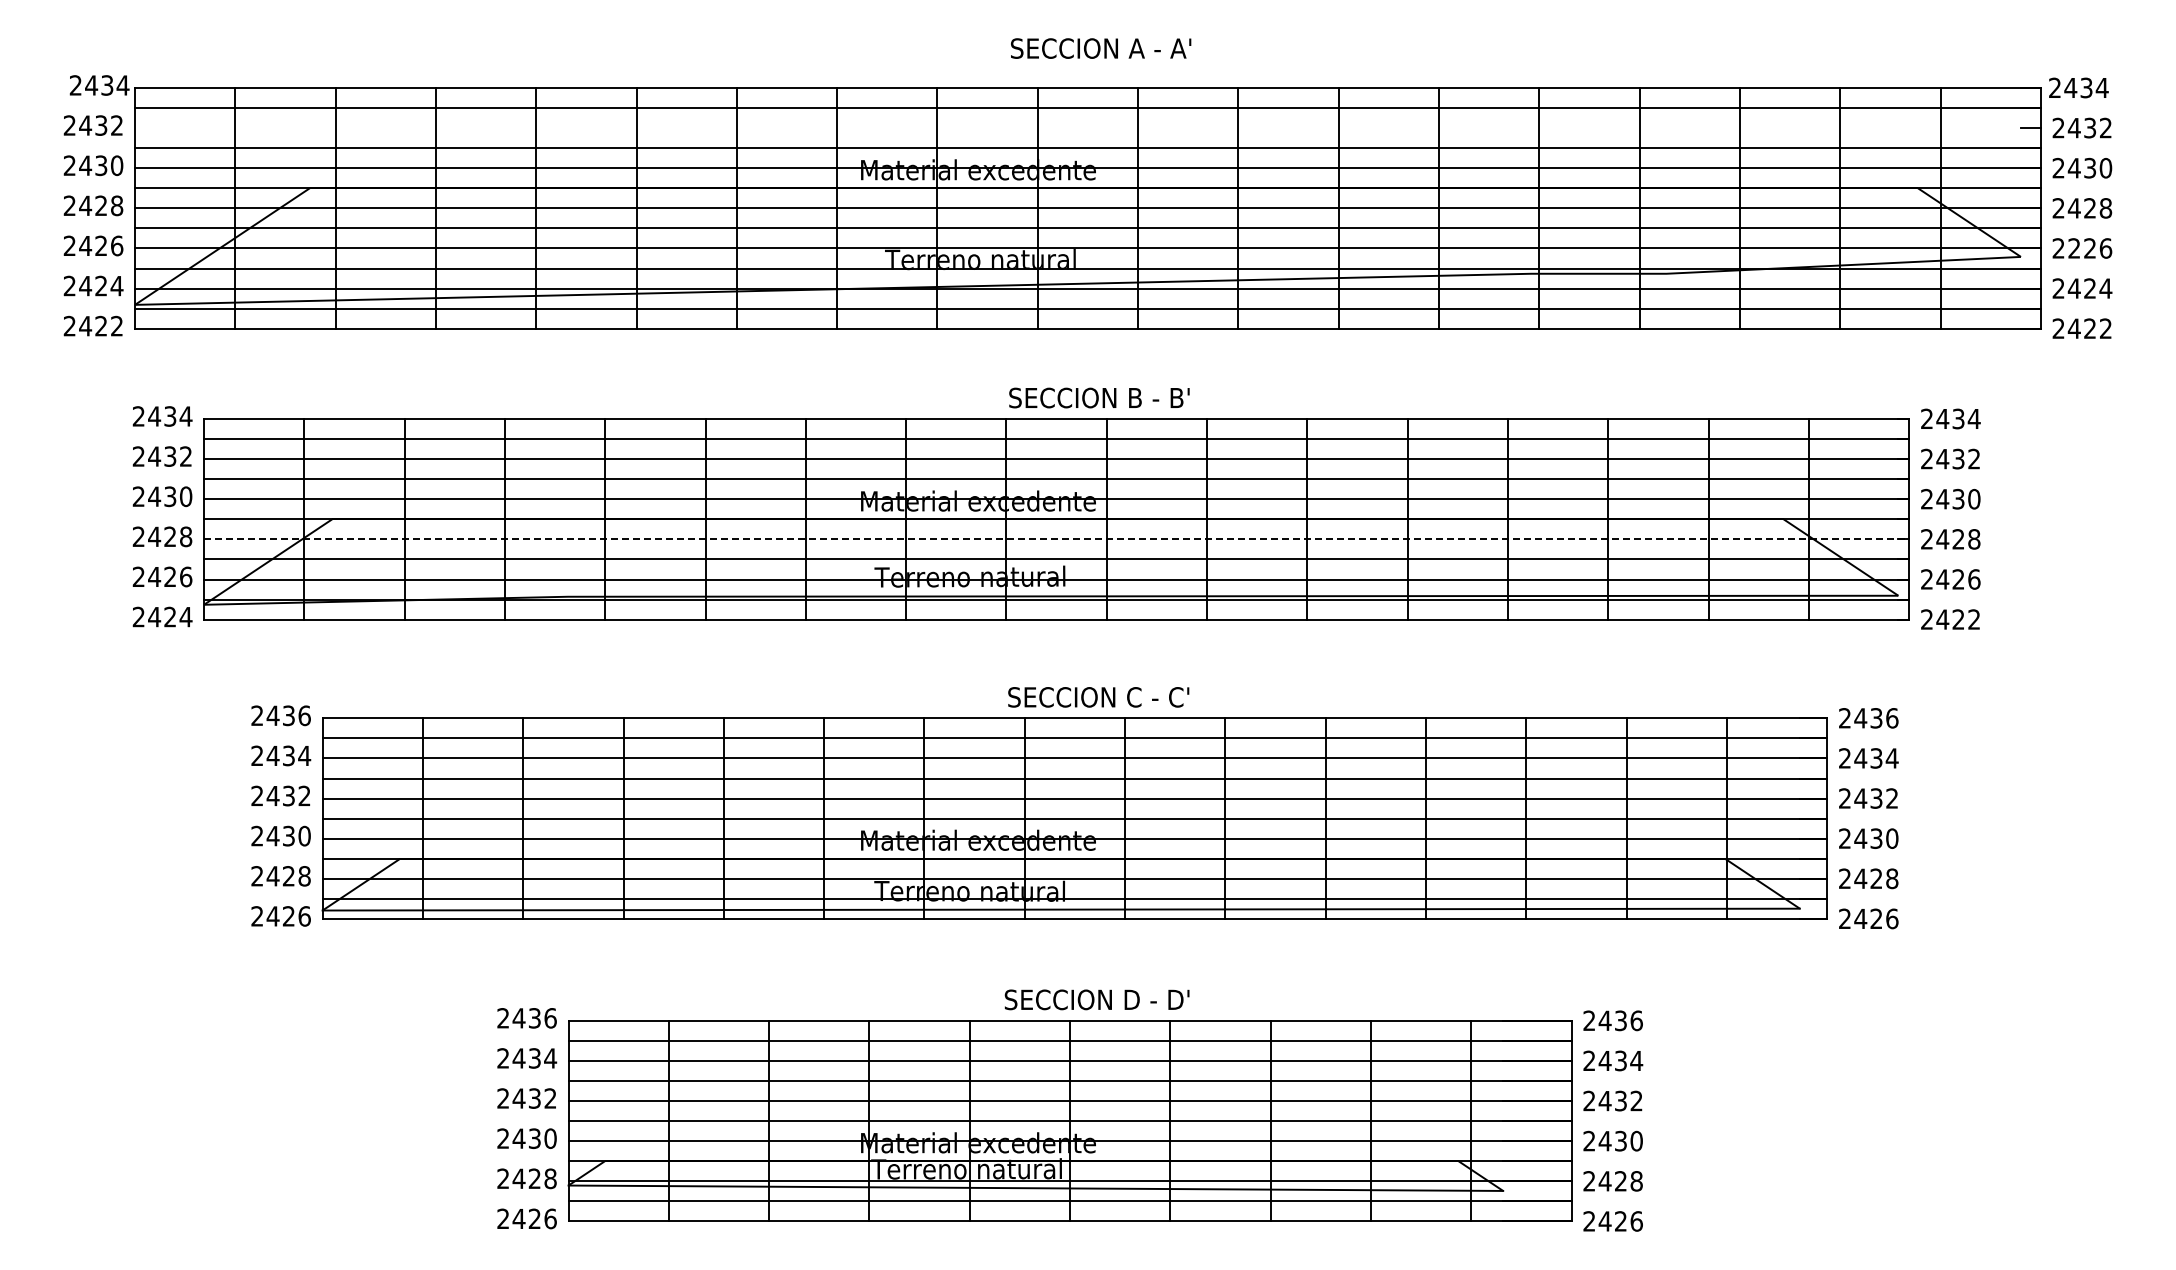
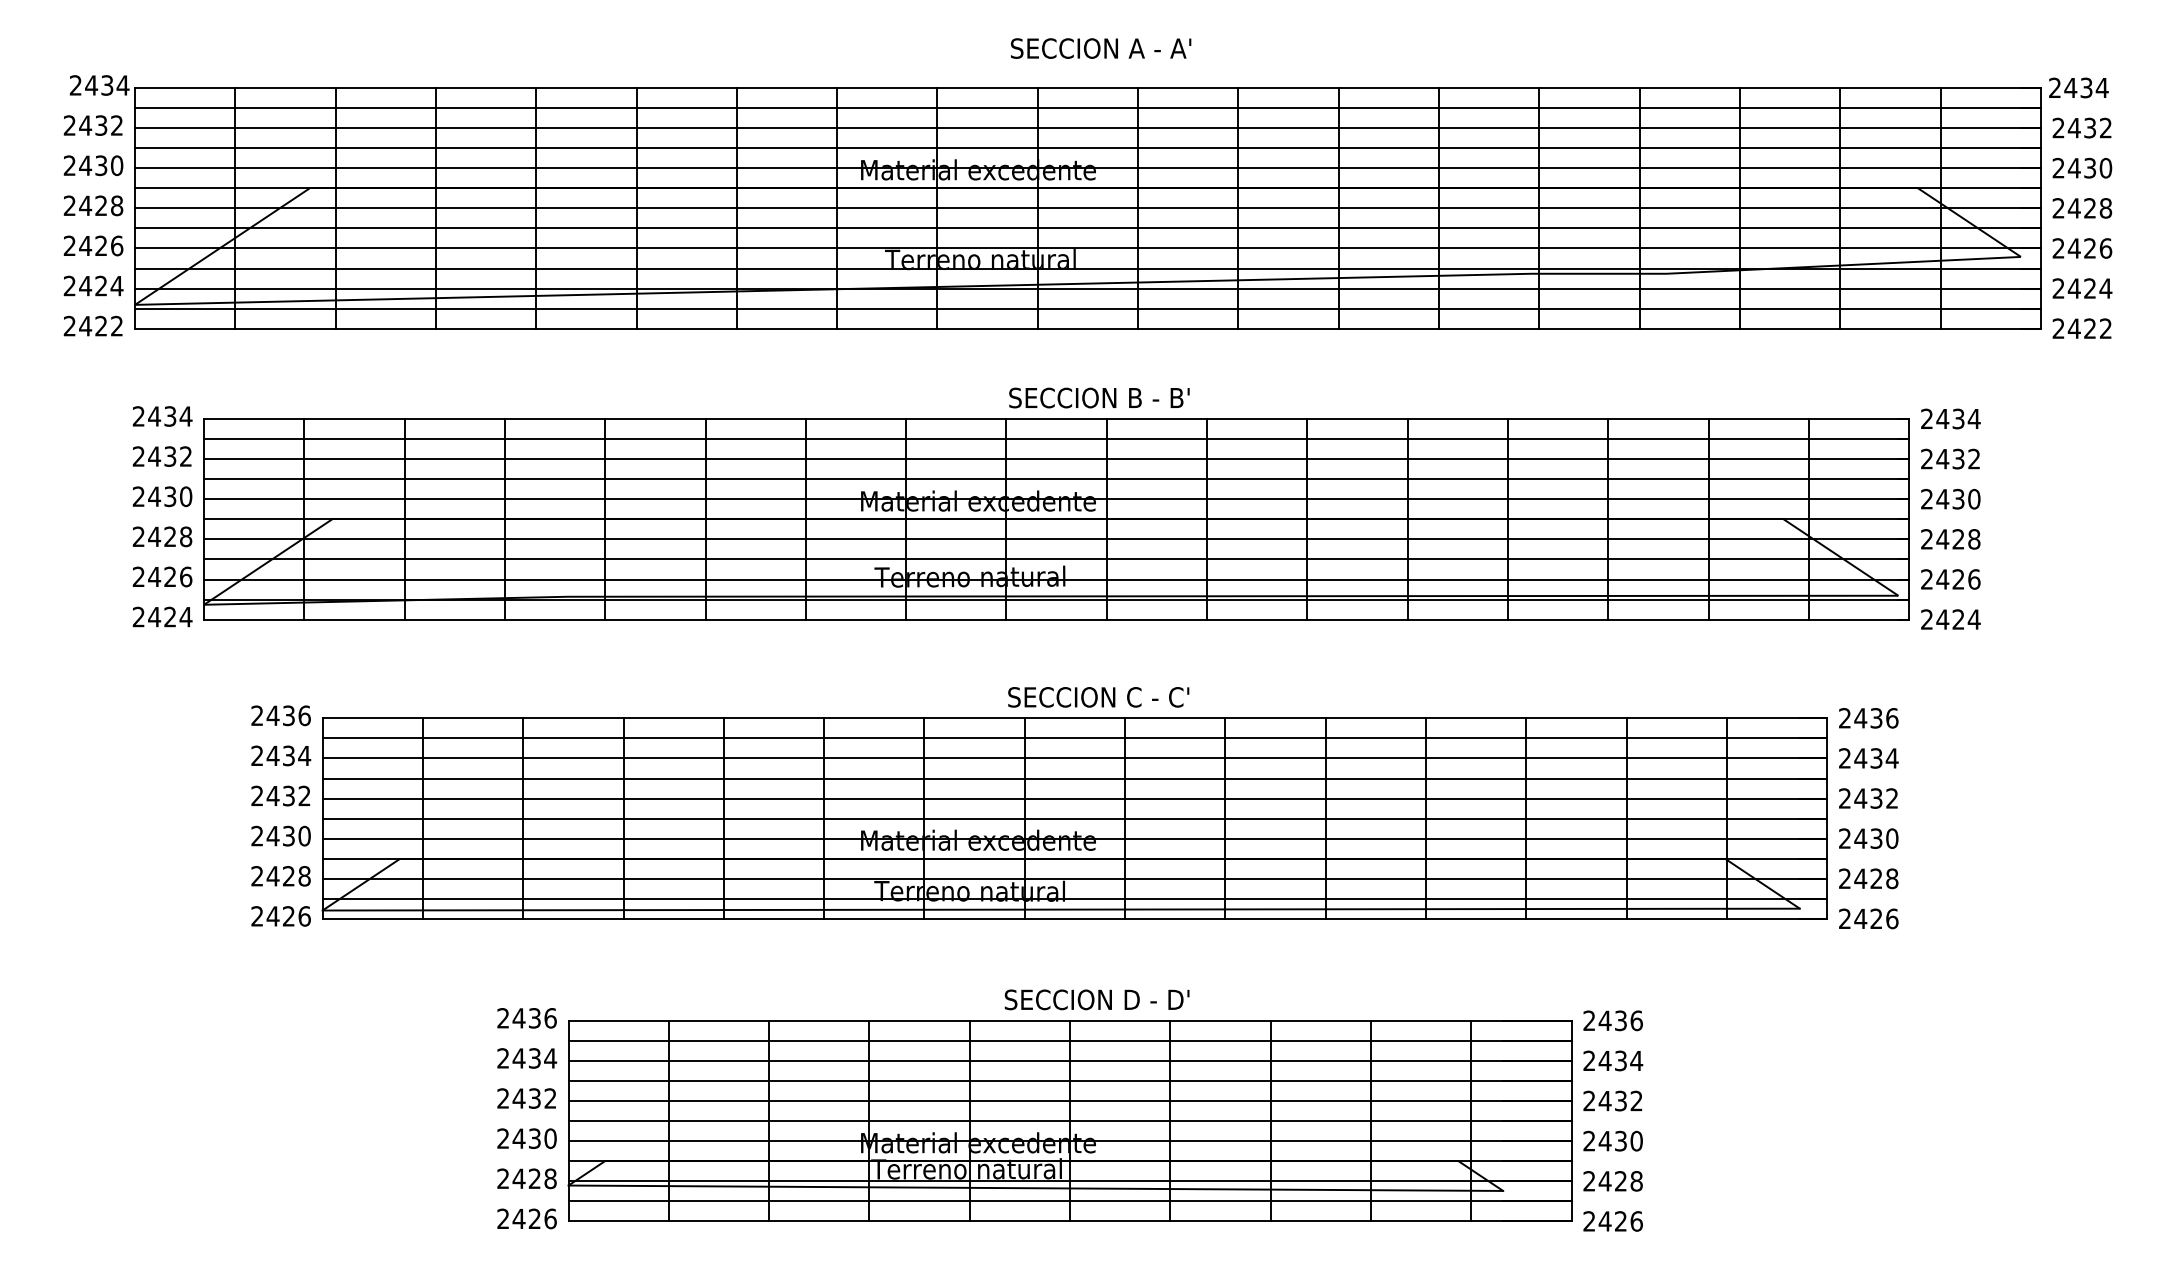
line at (1087, 128): none -> present
text at (2073, 248): 2226 -> 2426
line at (1056, 539): dashed -> solid
text at (1973, 619): 2422 -> 2424
